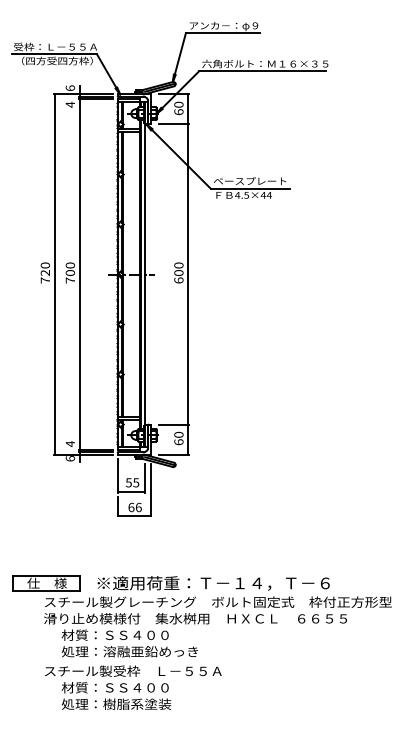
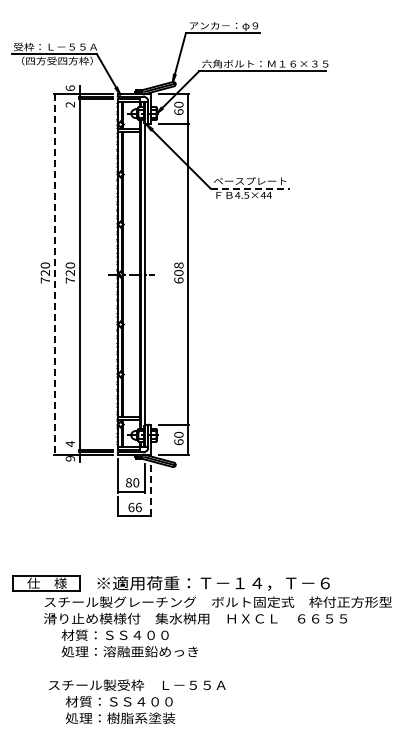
text at (69, 104): 4 -> 2
line at (250, 188): solid -> dashed
text at (179, 265): 600 -> 608
text at (69, 273): 700 -> 720
line at (54, 275): solid -> dashed
text at (70, 458): 6 -> 9
text at (132, 482): 55 -> 80
line at (150, 489): solid -> dashed
text at (133, 687) position: (133, 687) -> (137, 701)
